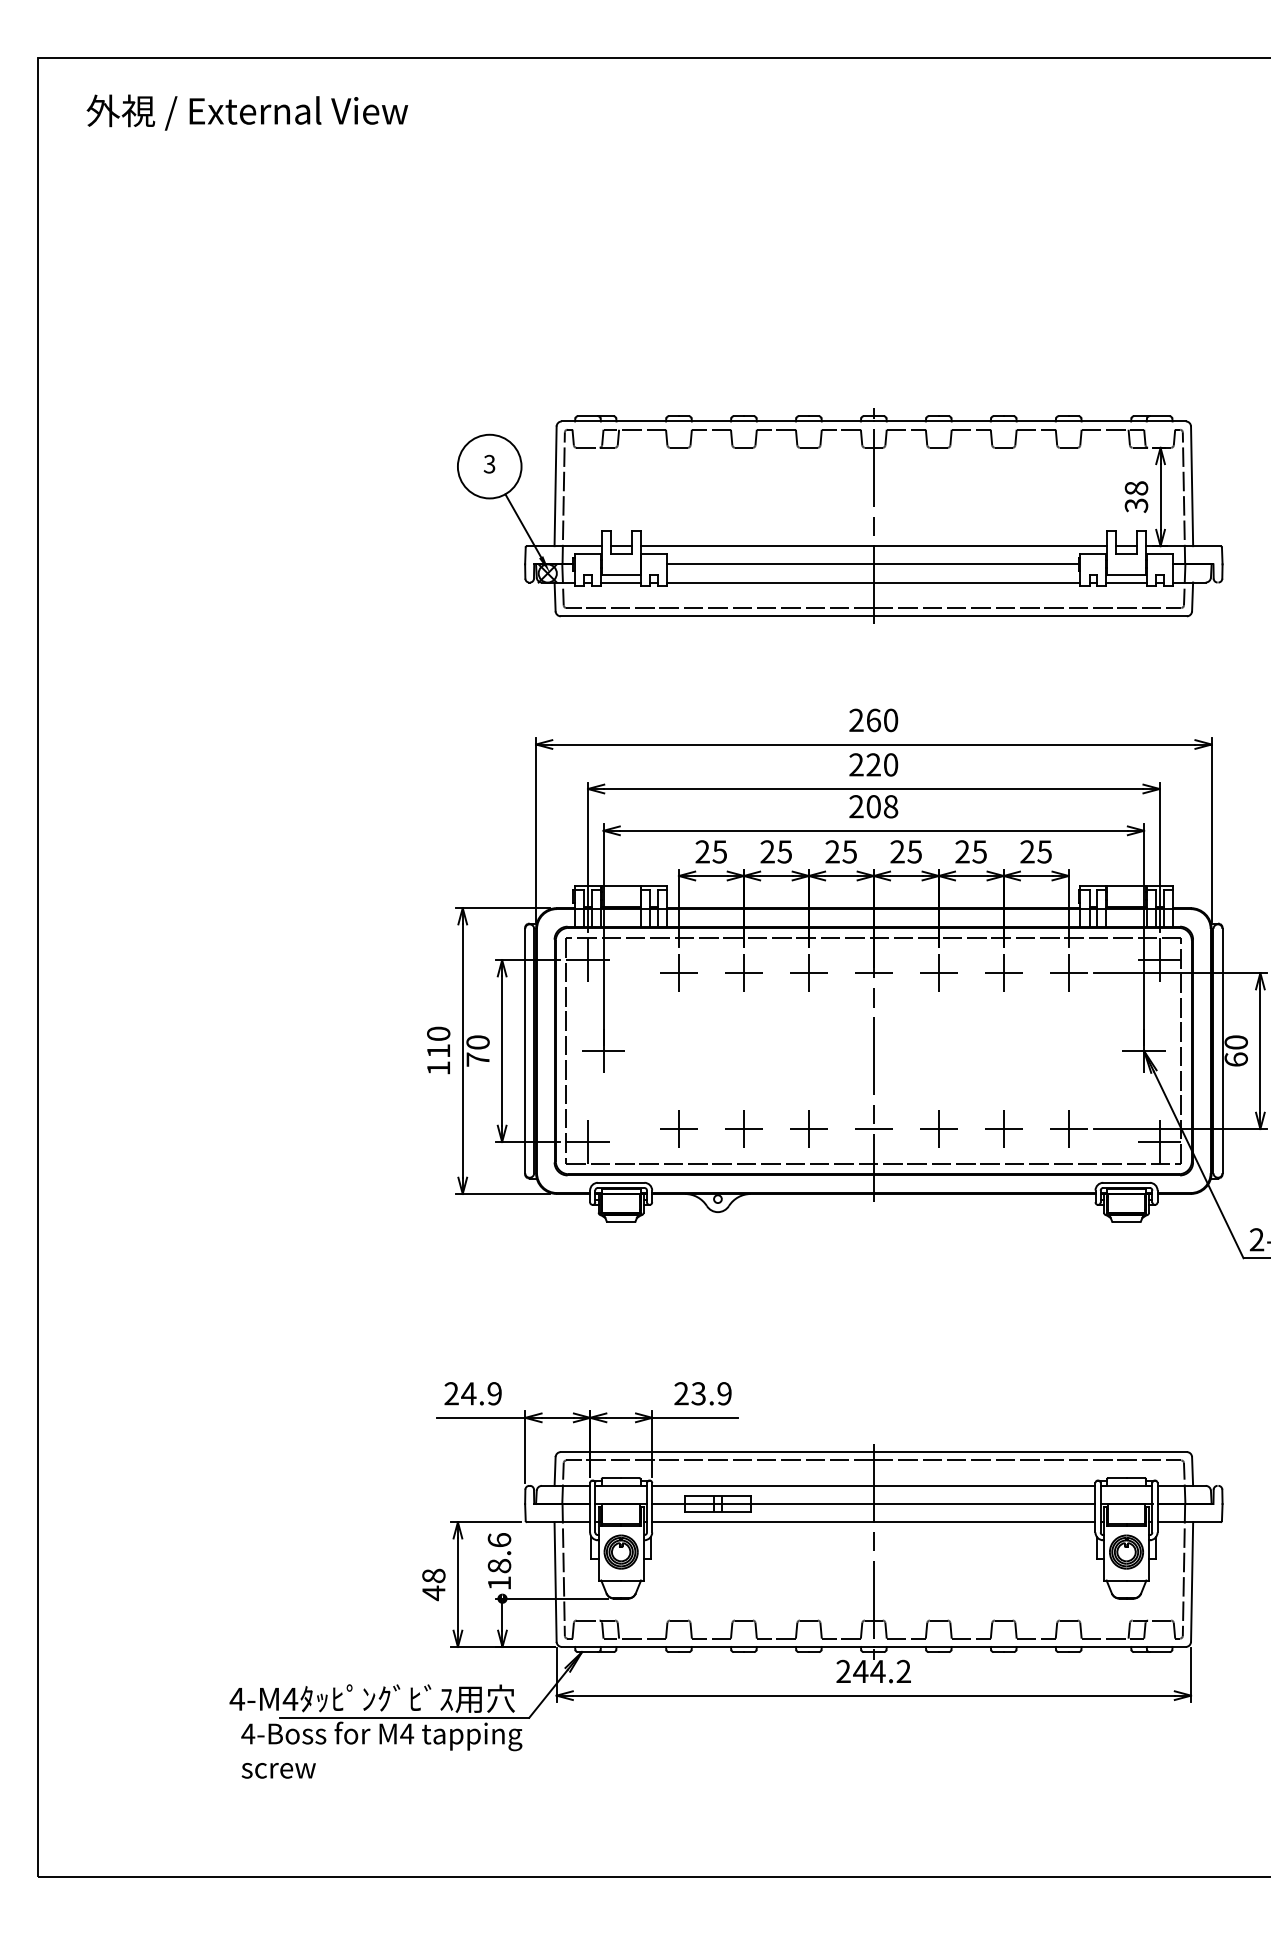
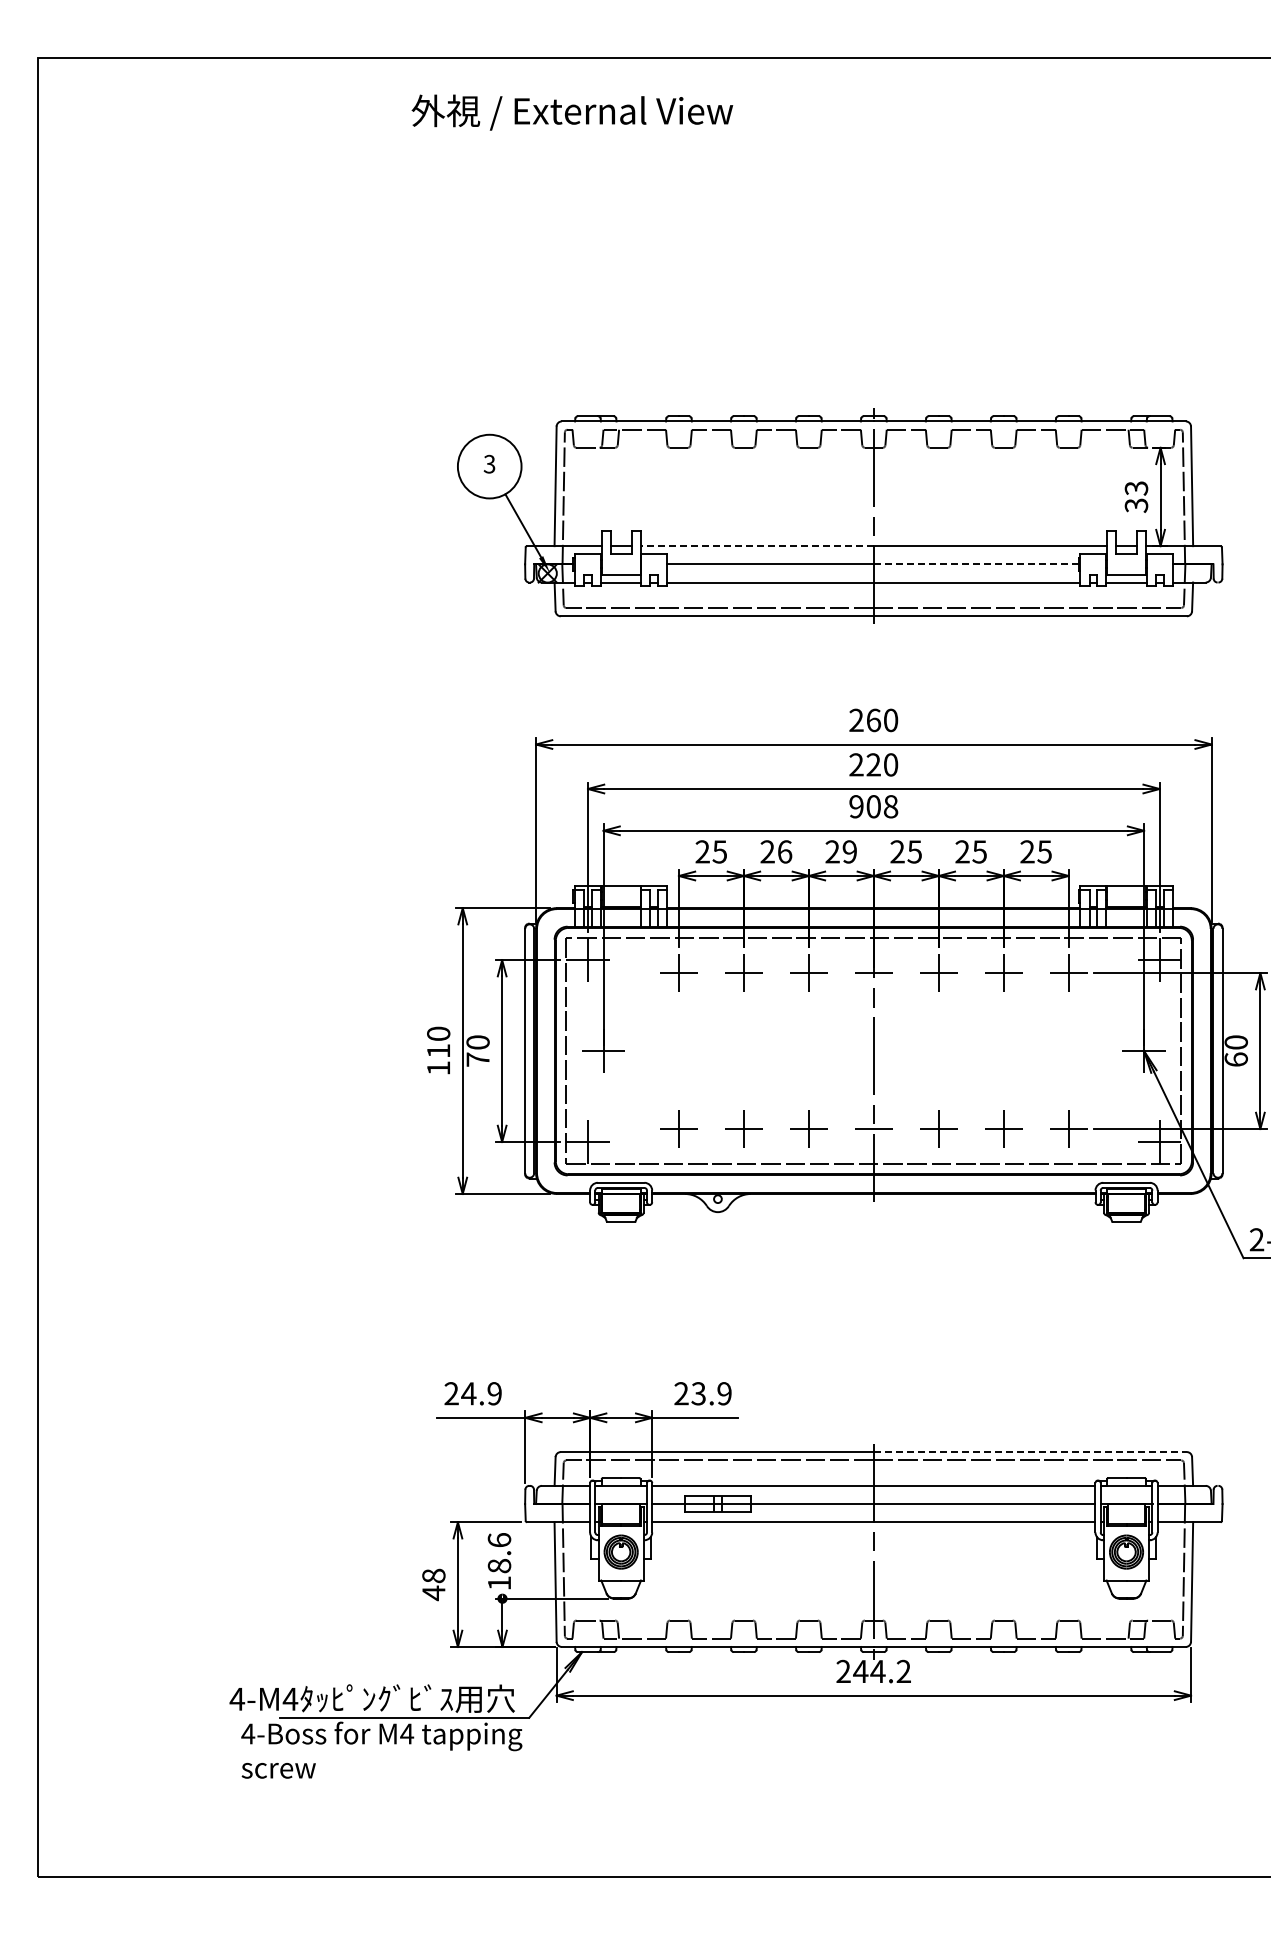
text at (247, 112) position: (247, 112) -> (572, 112)
text at (1136, 488): 38 -> 33
line at (757, 546): solid -> dashed
line at (976, 564): solid -> dashed
text at (856, 806): 208 -> 908
text at (784, 851): 25 -> 26
text at (849, 851): 25 -> 29
line at (1030, 1452): solid -> dashed
